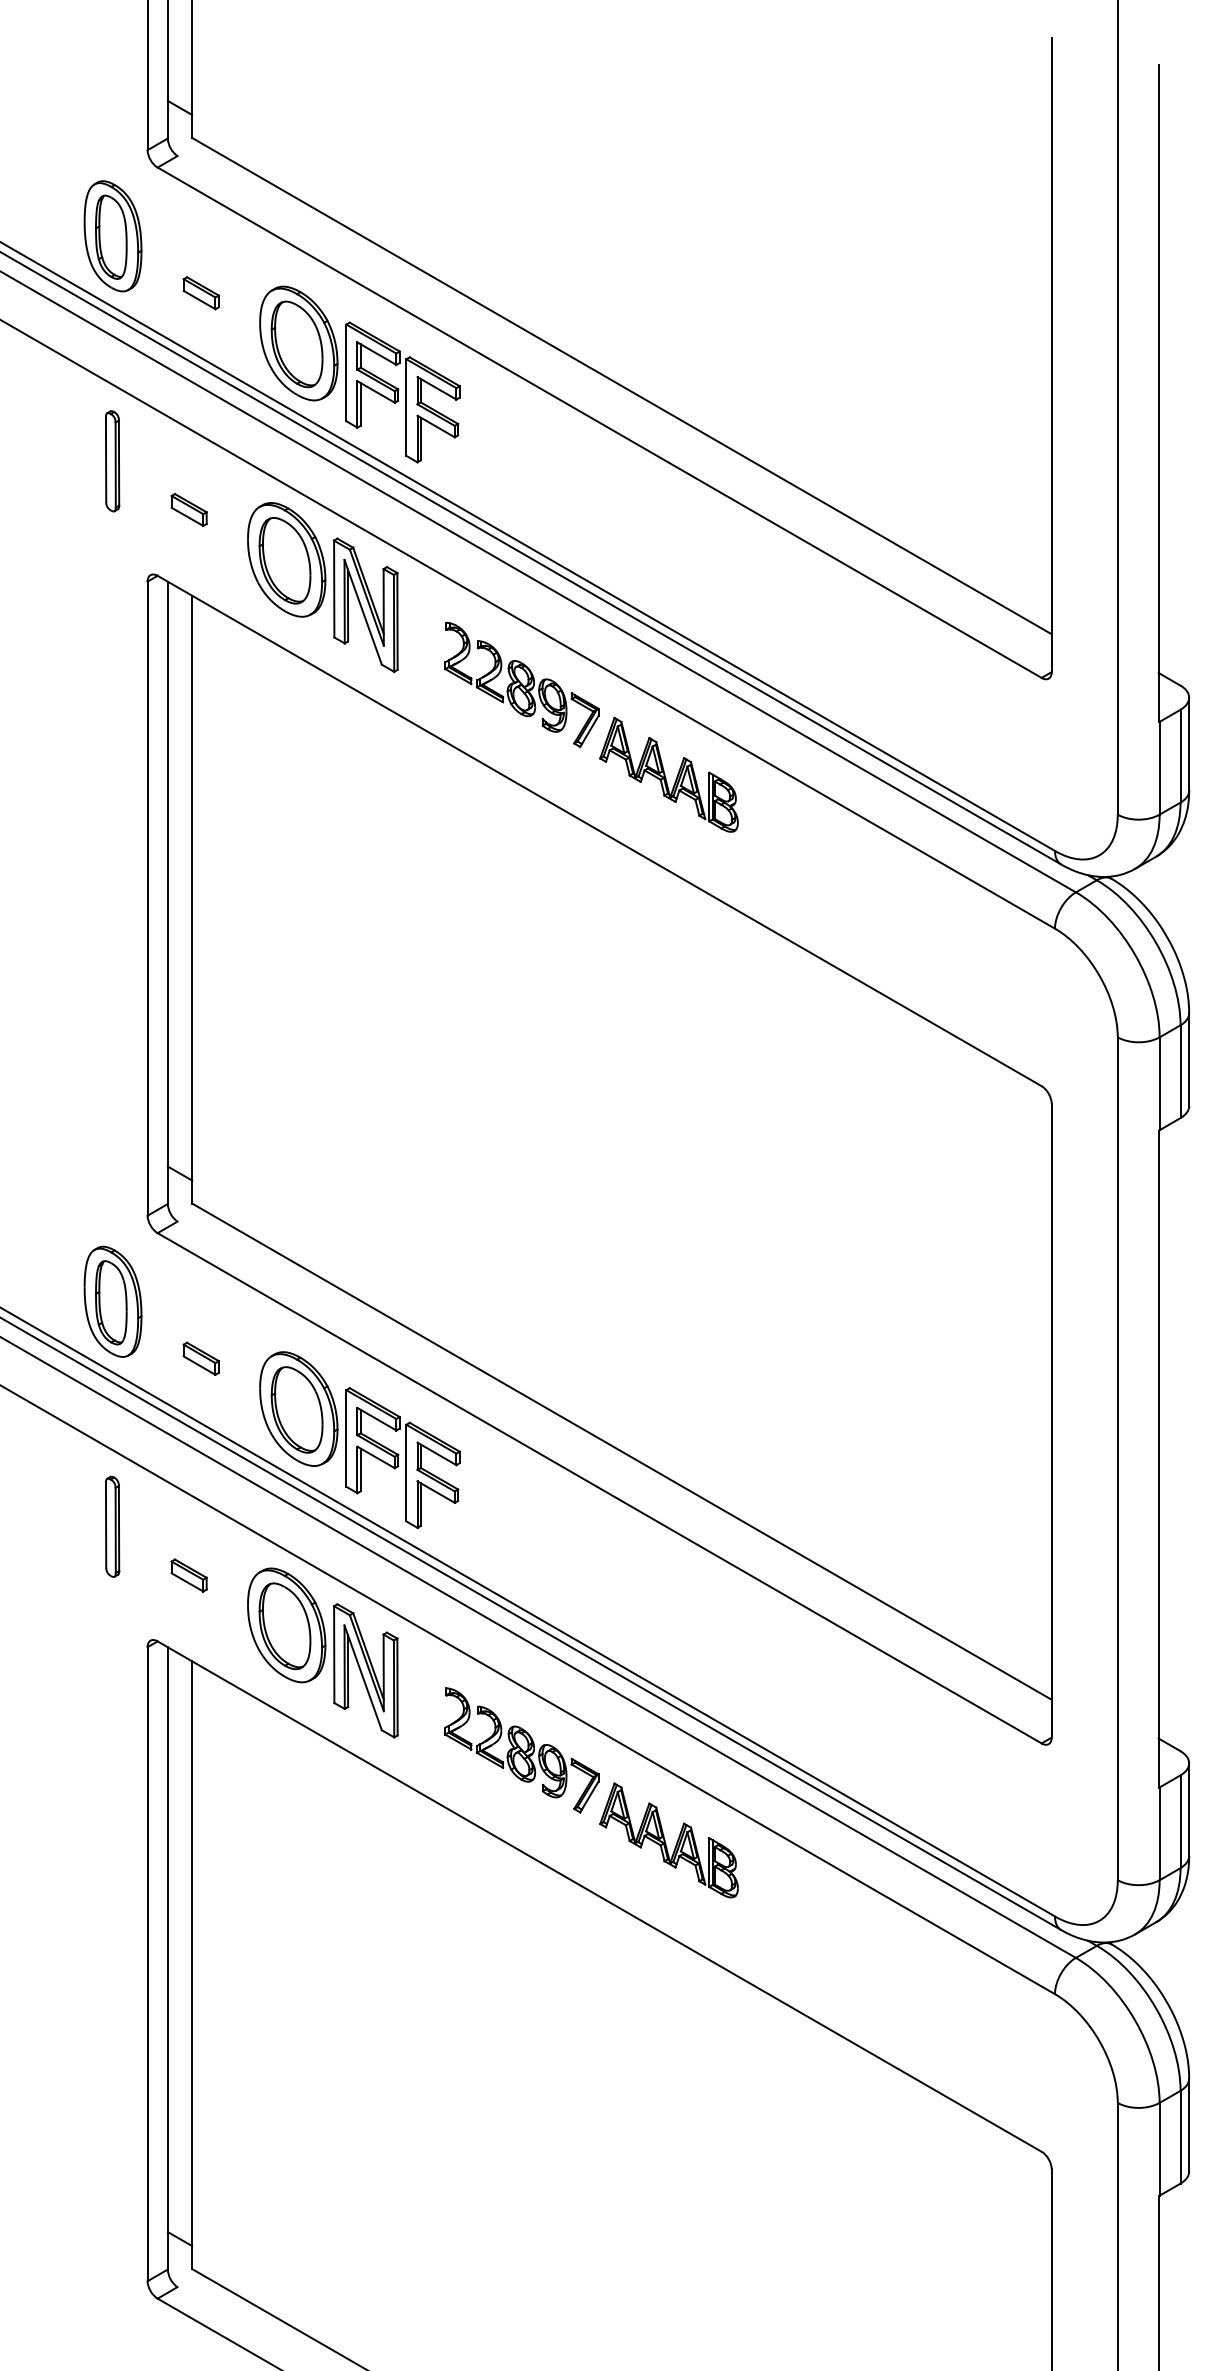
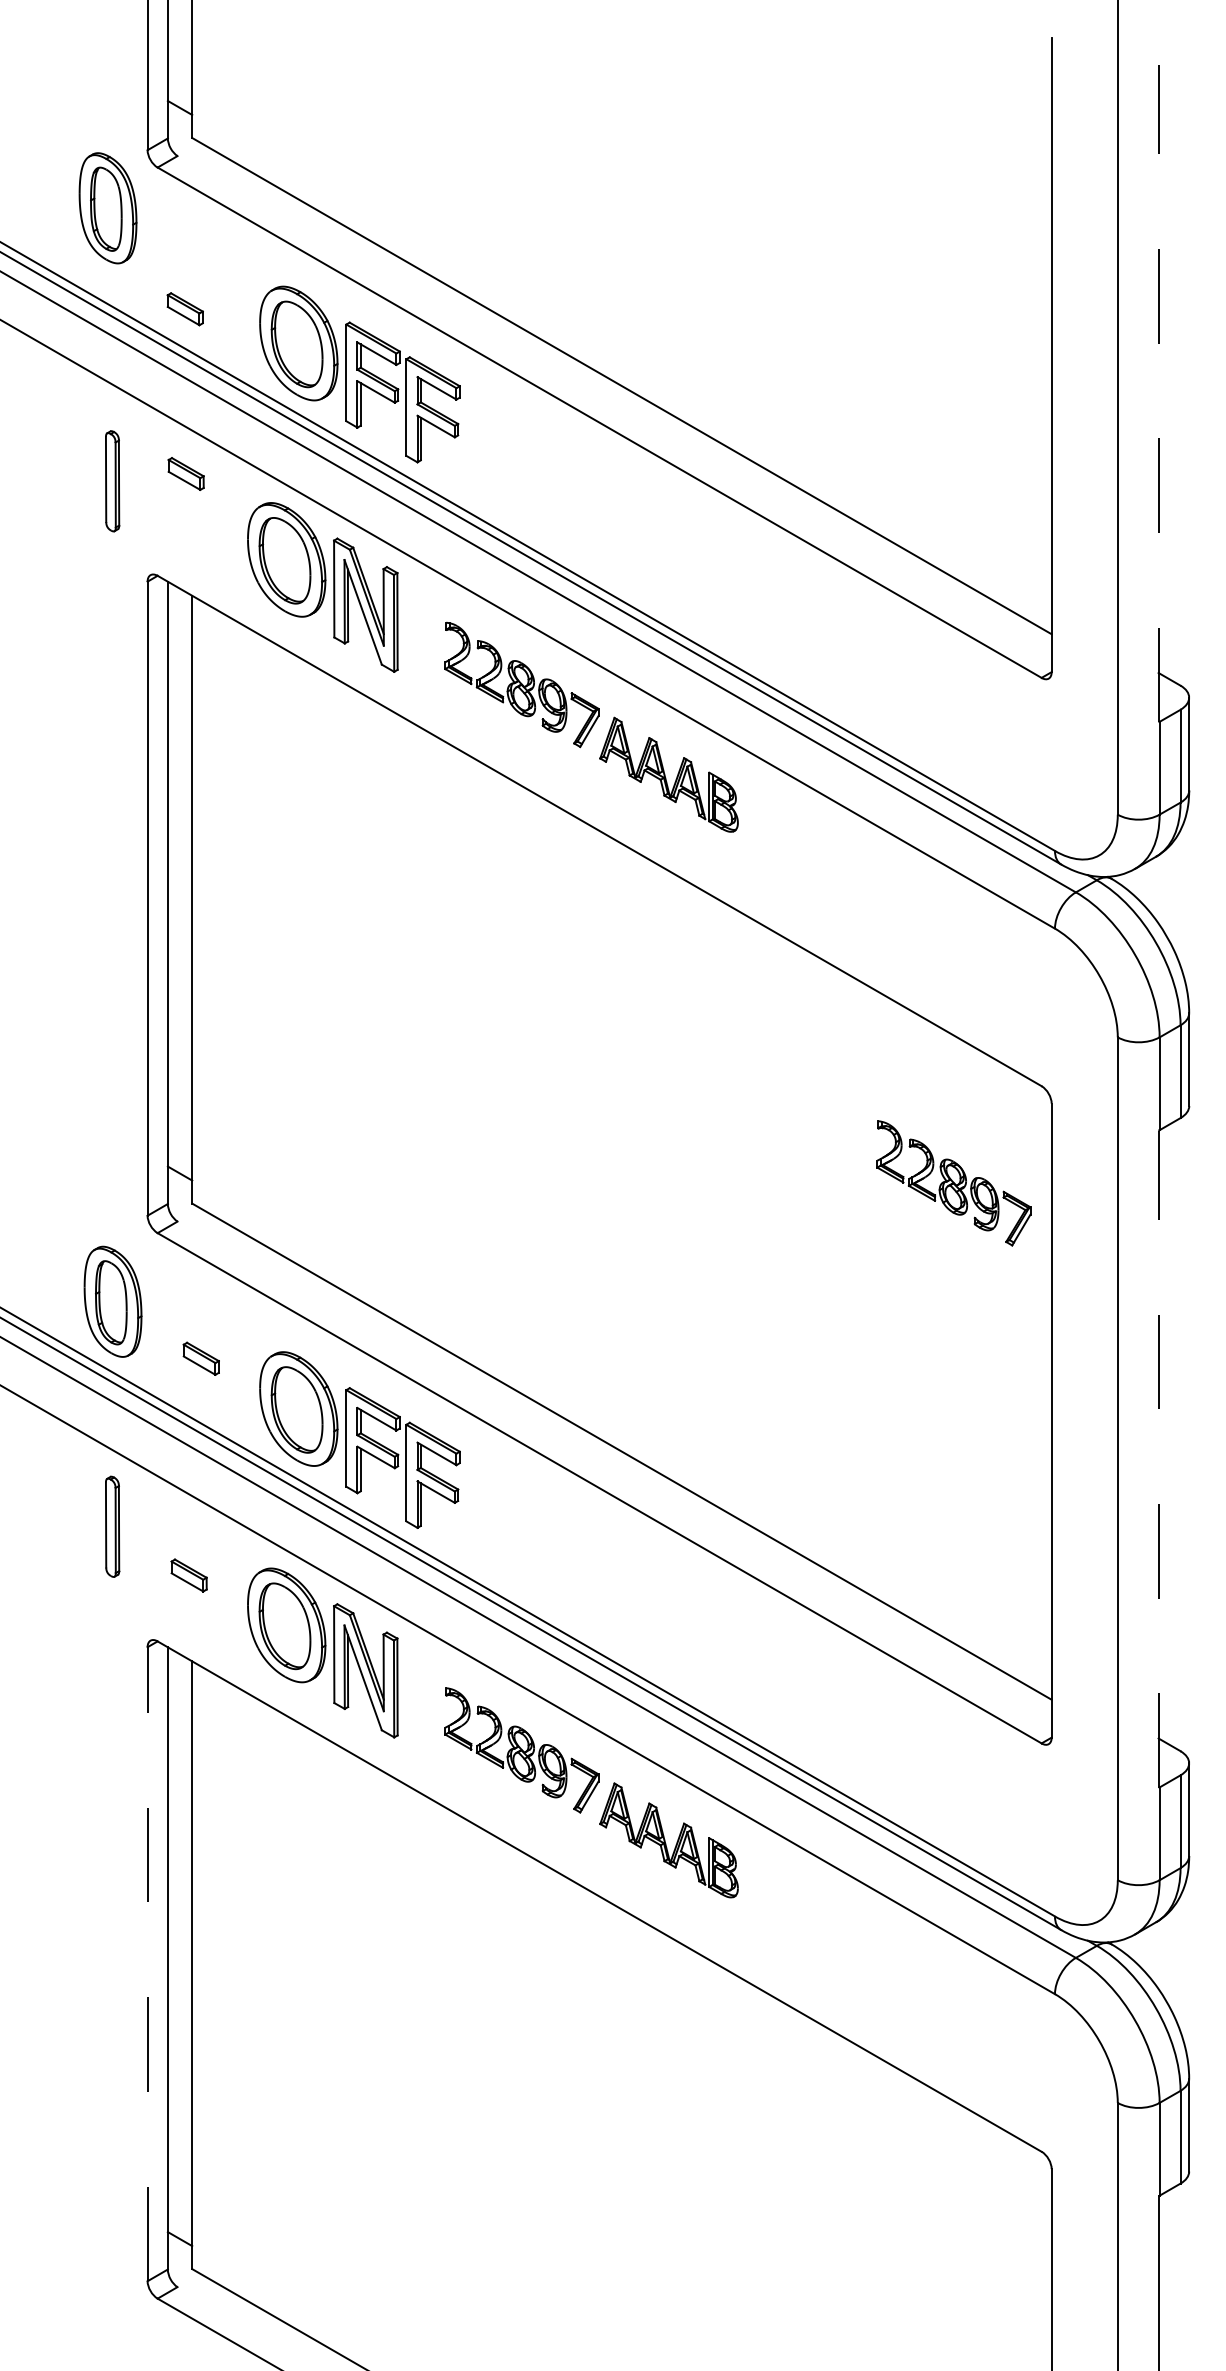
part at (112, 236) position: (112, 236) -> (107, 208)
part at (200, 293) position: (200, 293) -> (184, 309)
line at (1158, 393): solid -> dashed
part at (112, 461) position: (112, 461) -> (112, 481)
part at (188, 509) position: (188, 509) -> (185, 473)
part at (953, 1183): none -> present
line at (1158, 1459): solid -> dashed
line at (147, 1963): solid -> dashed
